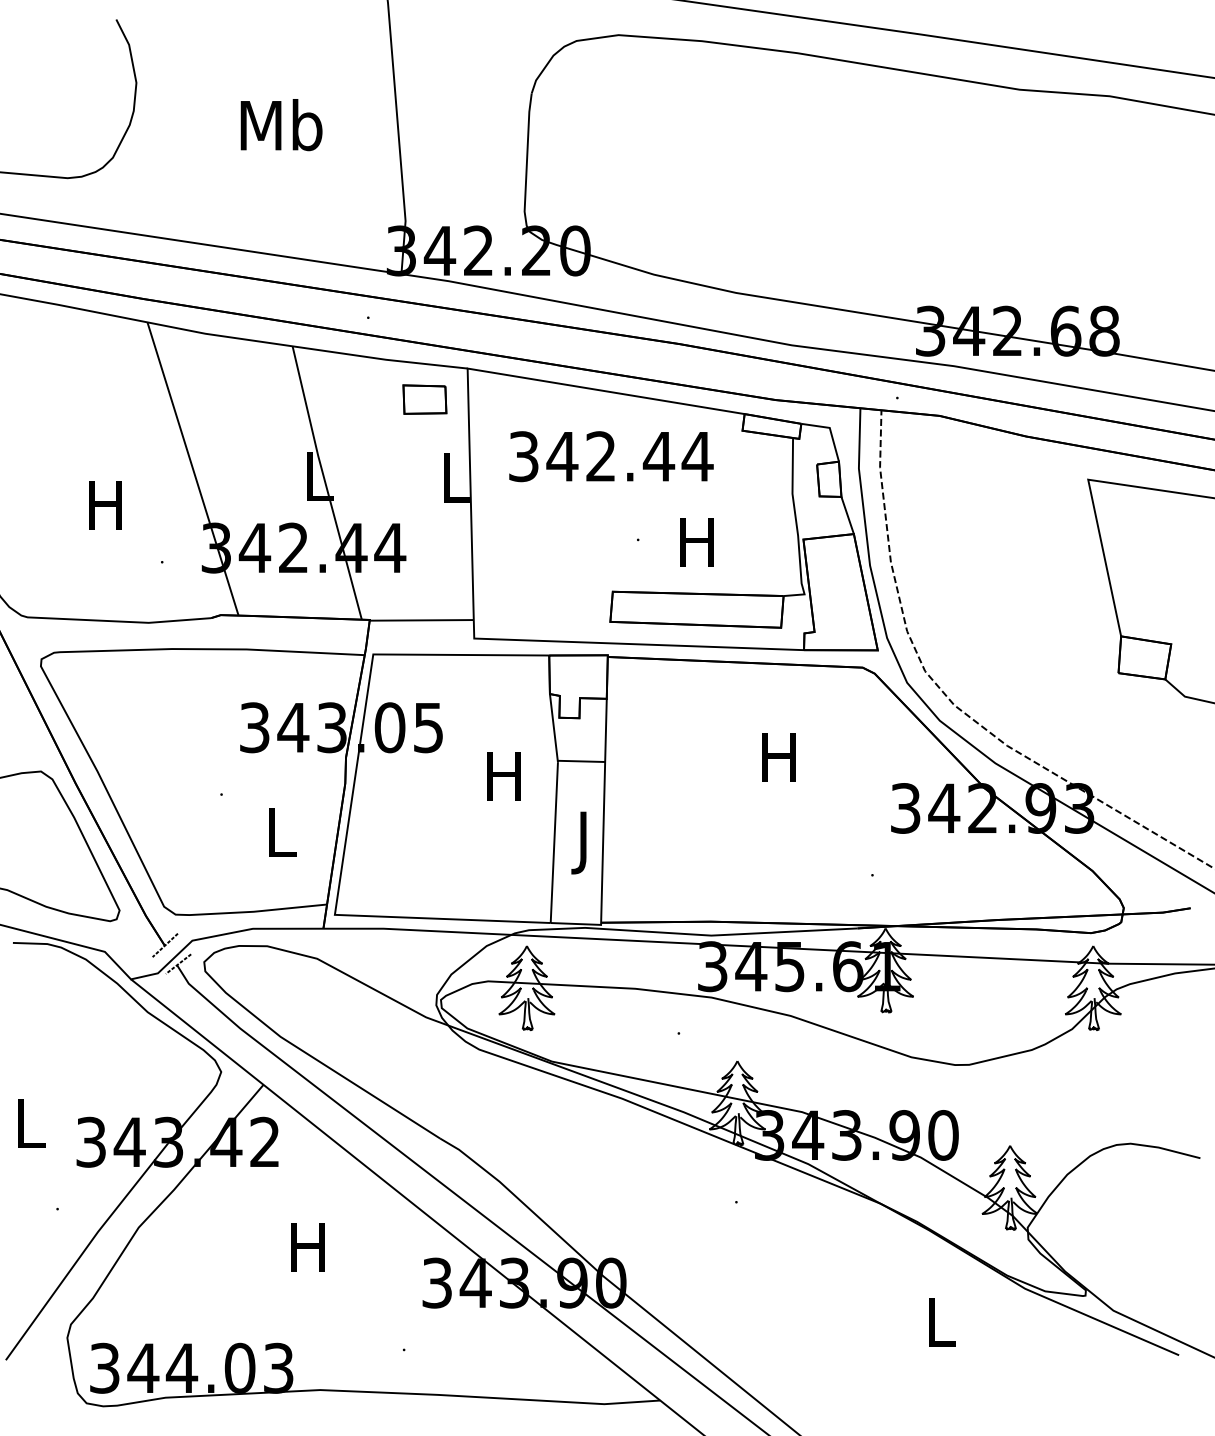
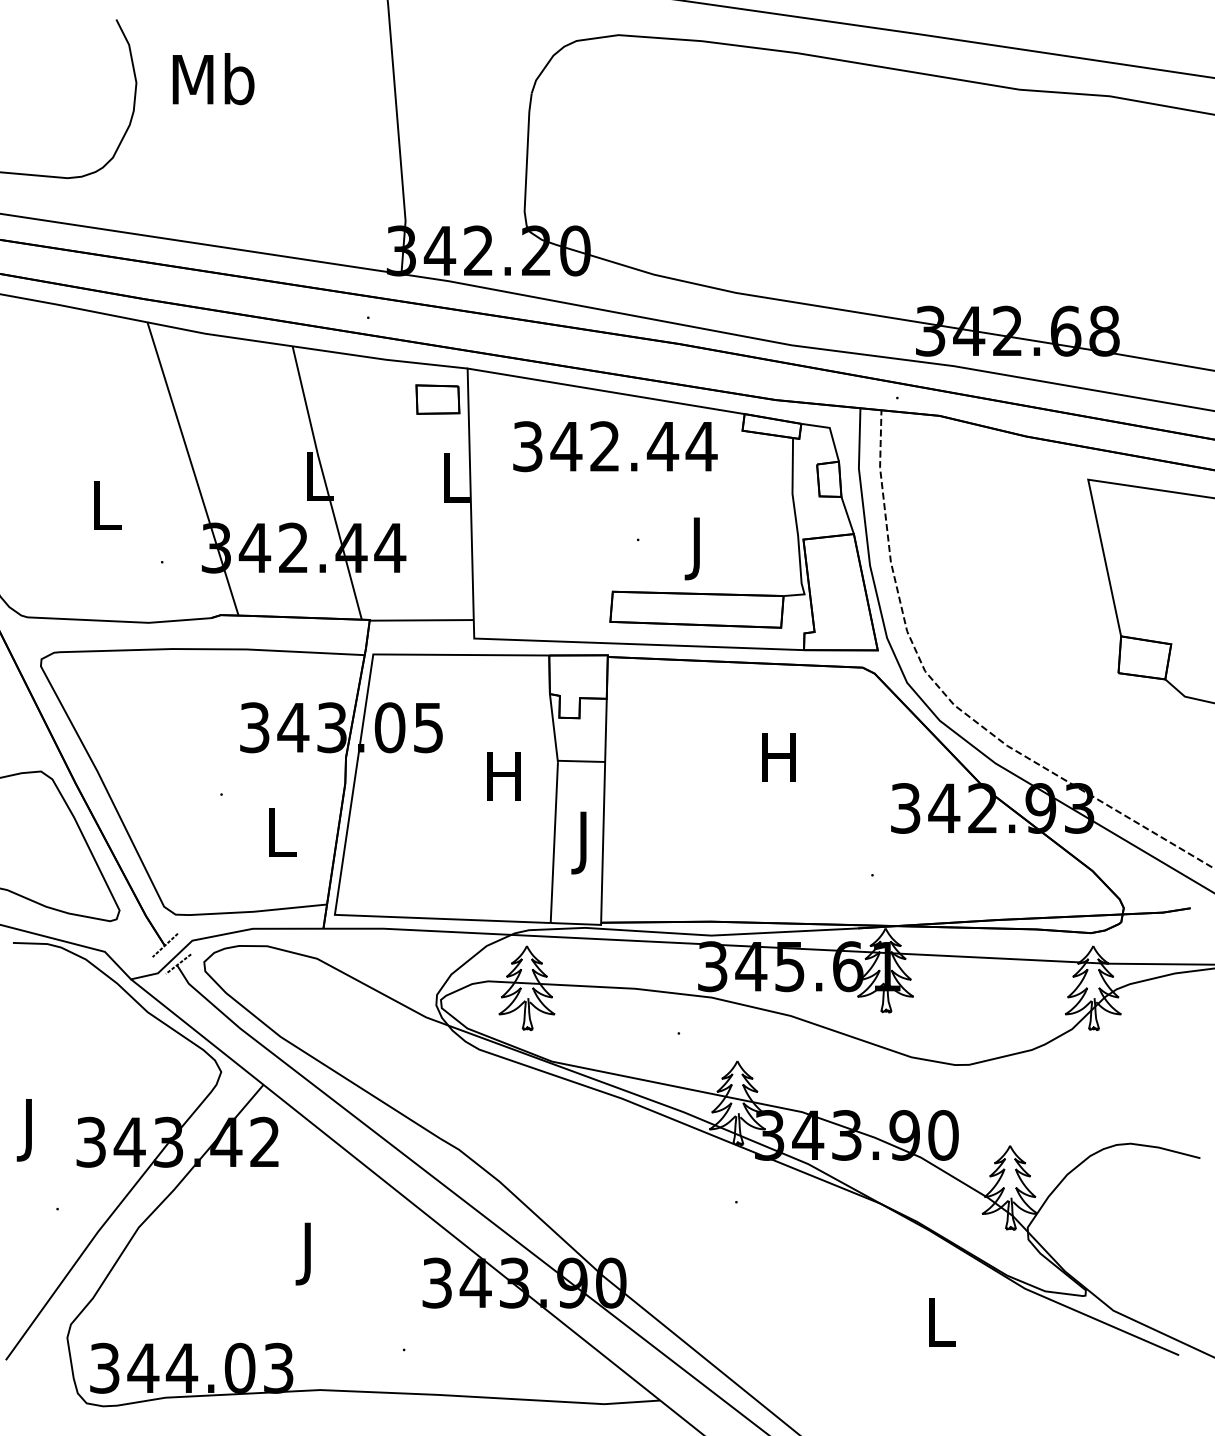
text at (281, 125) position: (281, 125) -> (213, 79)
part at (424, 399) position: (424, 399) -> (437, 399)
text at (611, 456) position: (611, 456) -> (615, 446)
text at (105, 505): H -> L
text at (696, 548): H -> J
text at (30, 1130): L -> J
text at (307, 1253): H -> J
